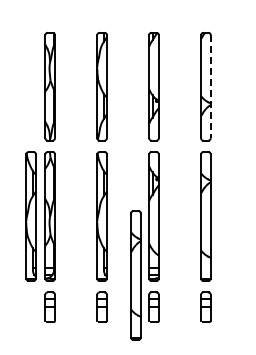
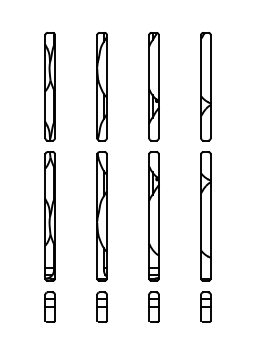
line at (210, 86): dashed -> solid
part at (30, 216): present -> none
part at (135, 275): present -> none
